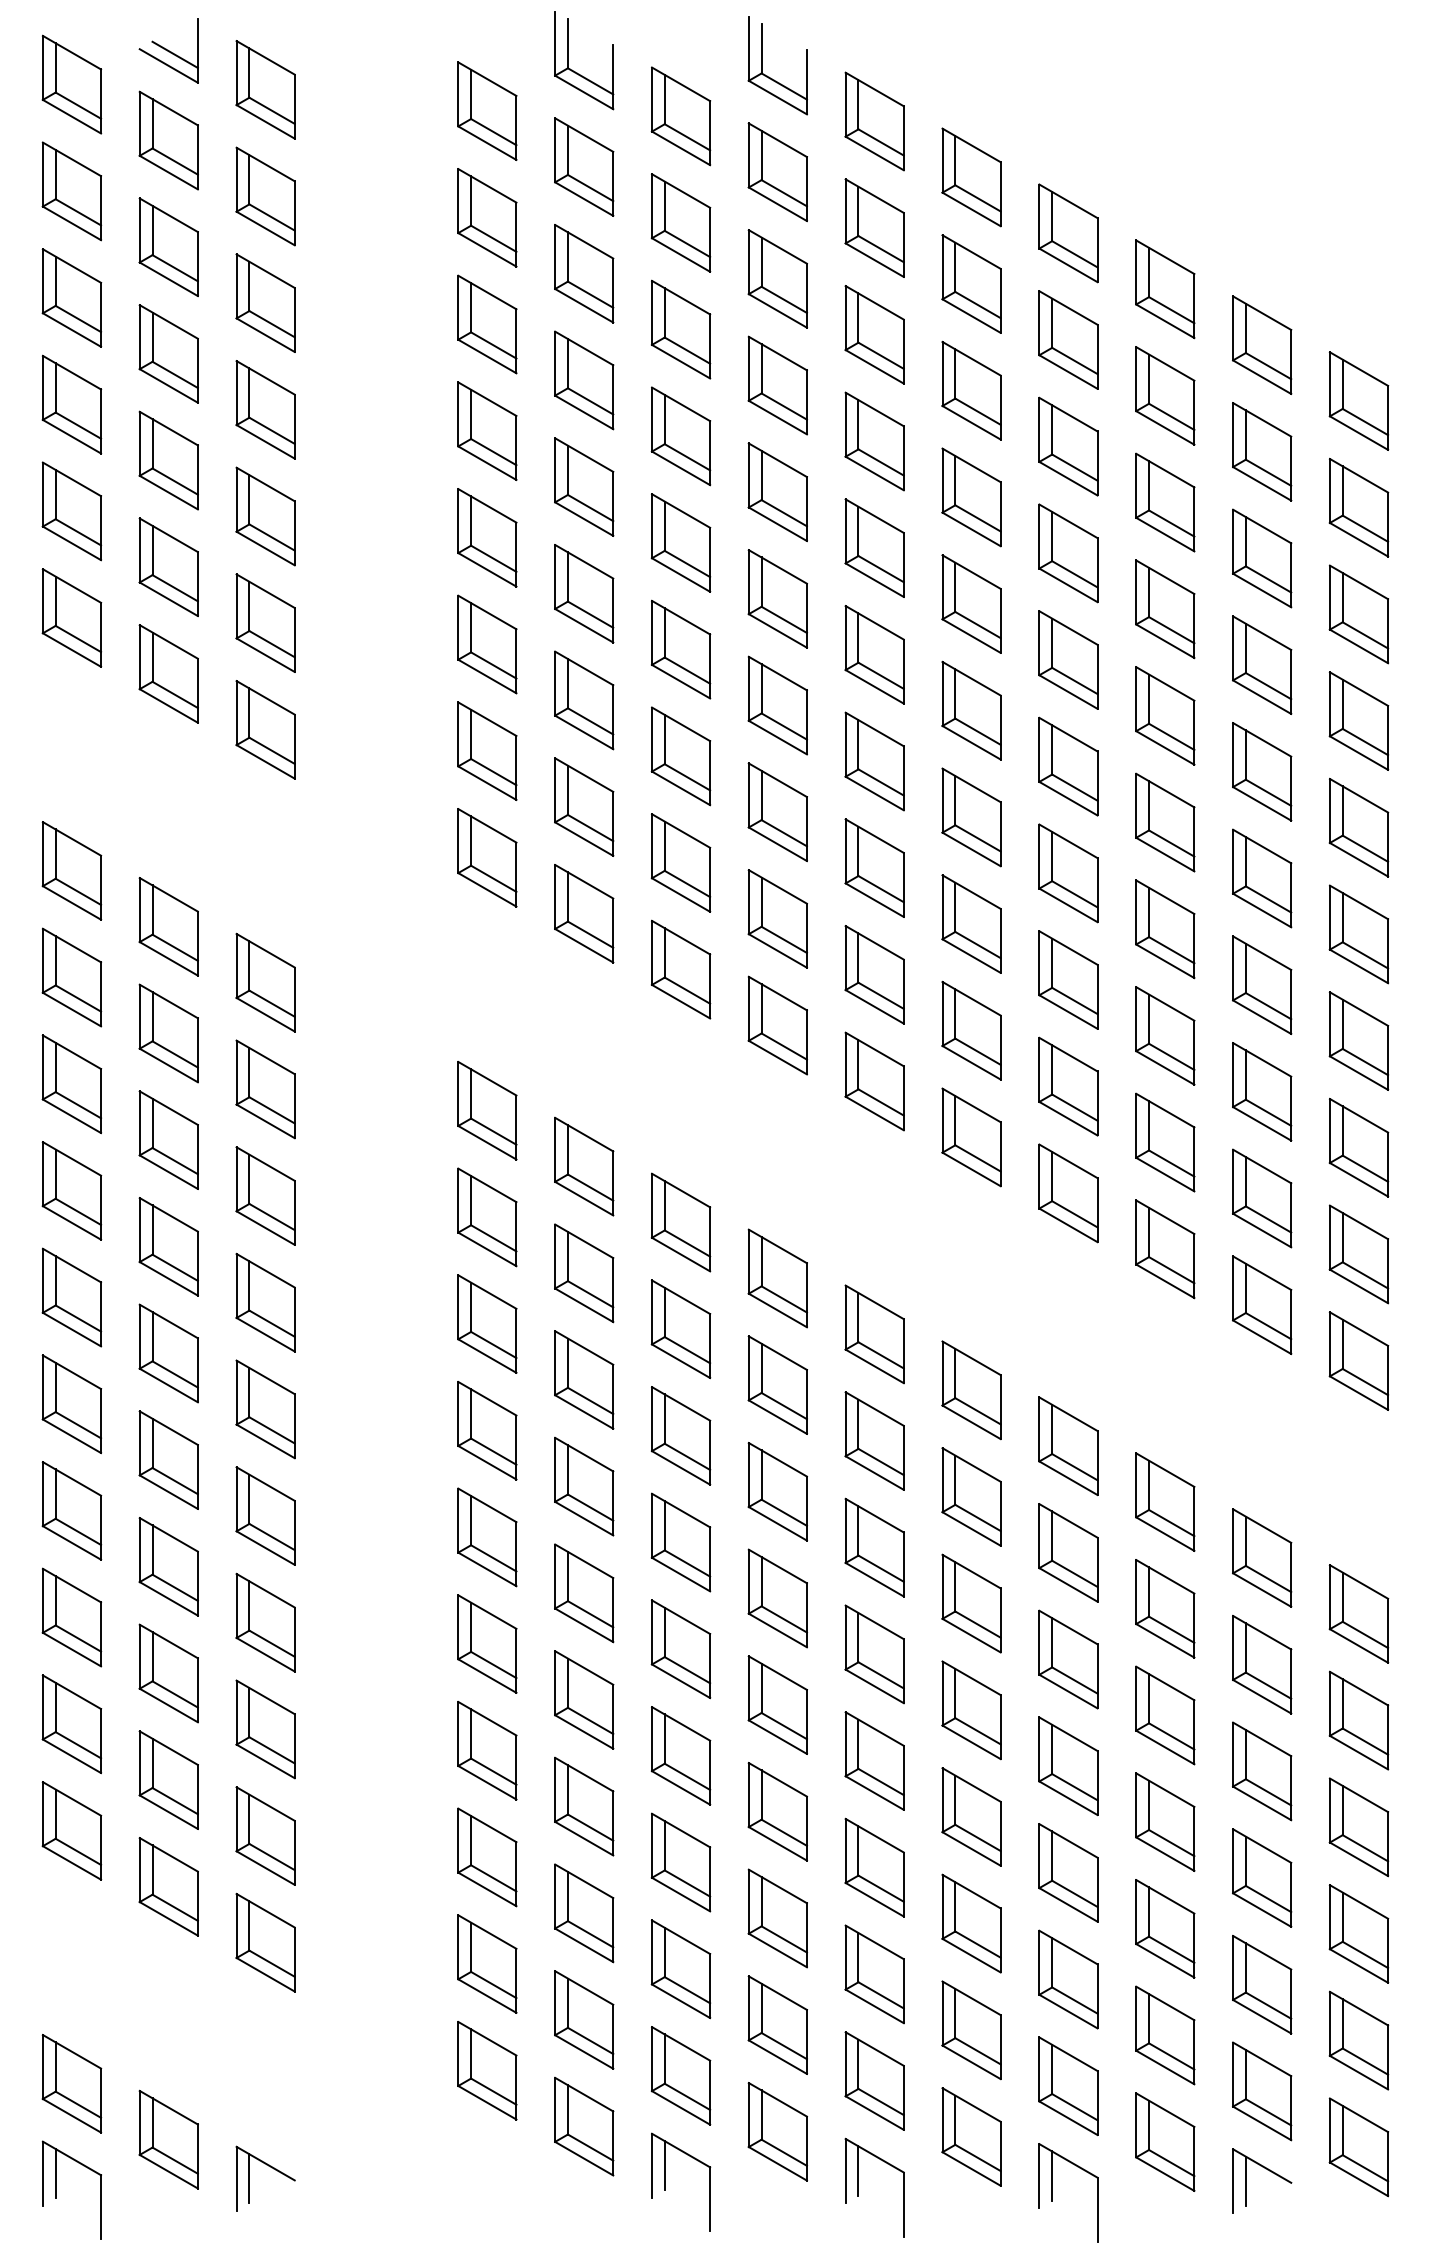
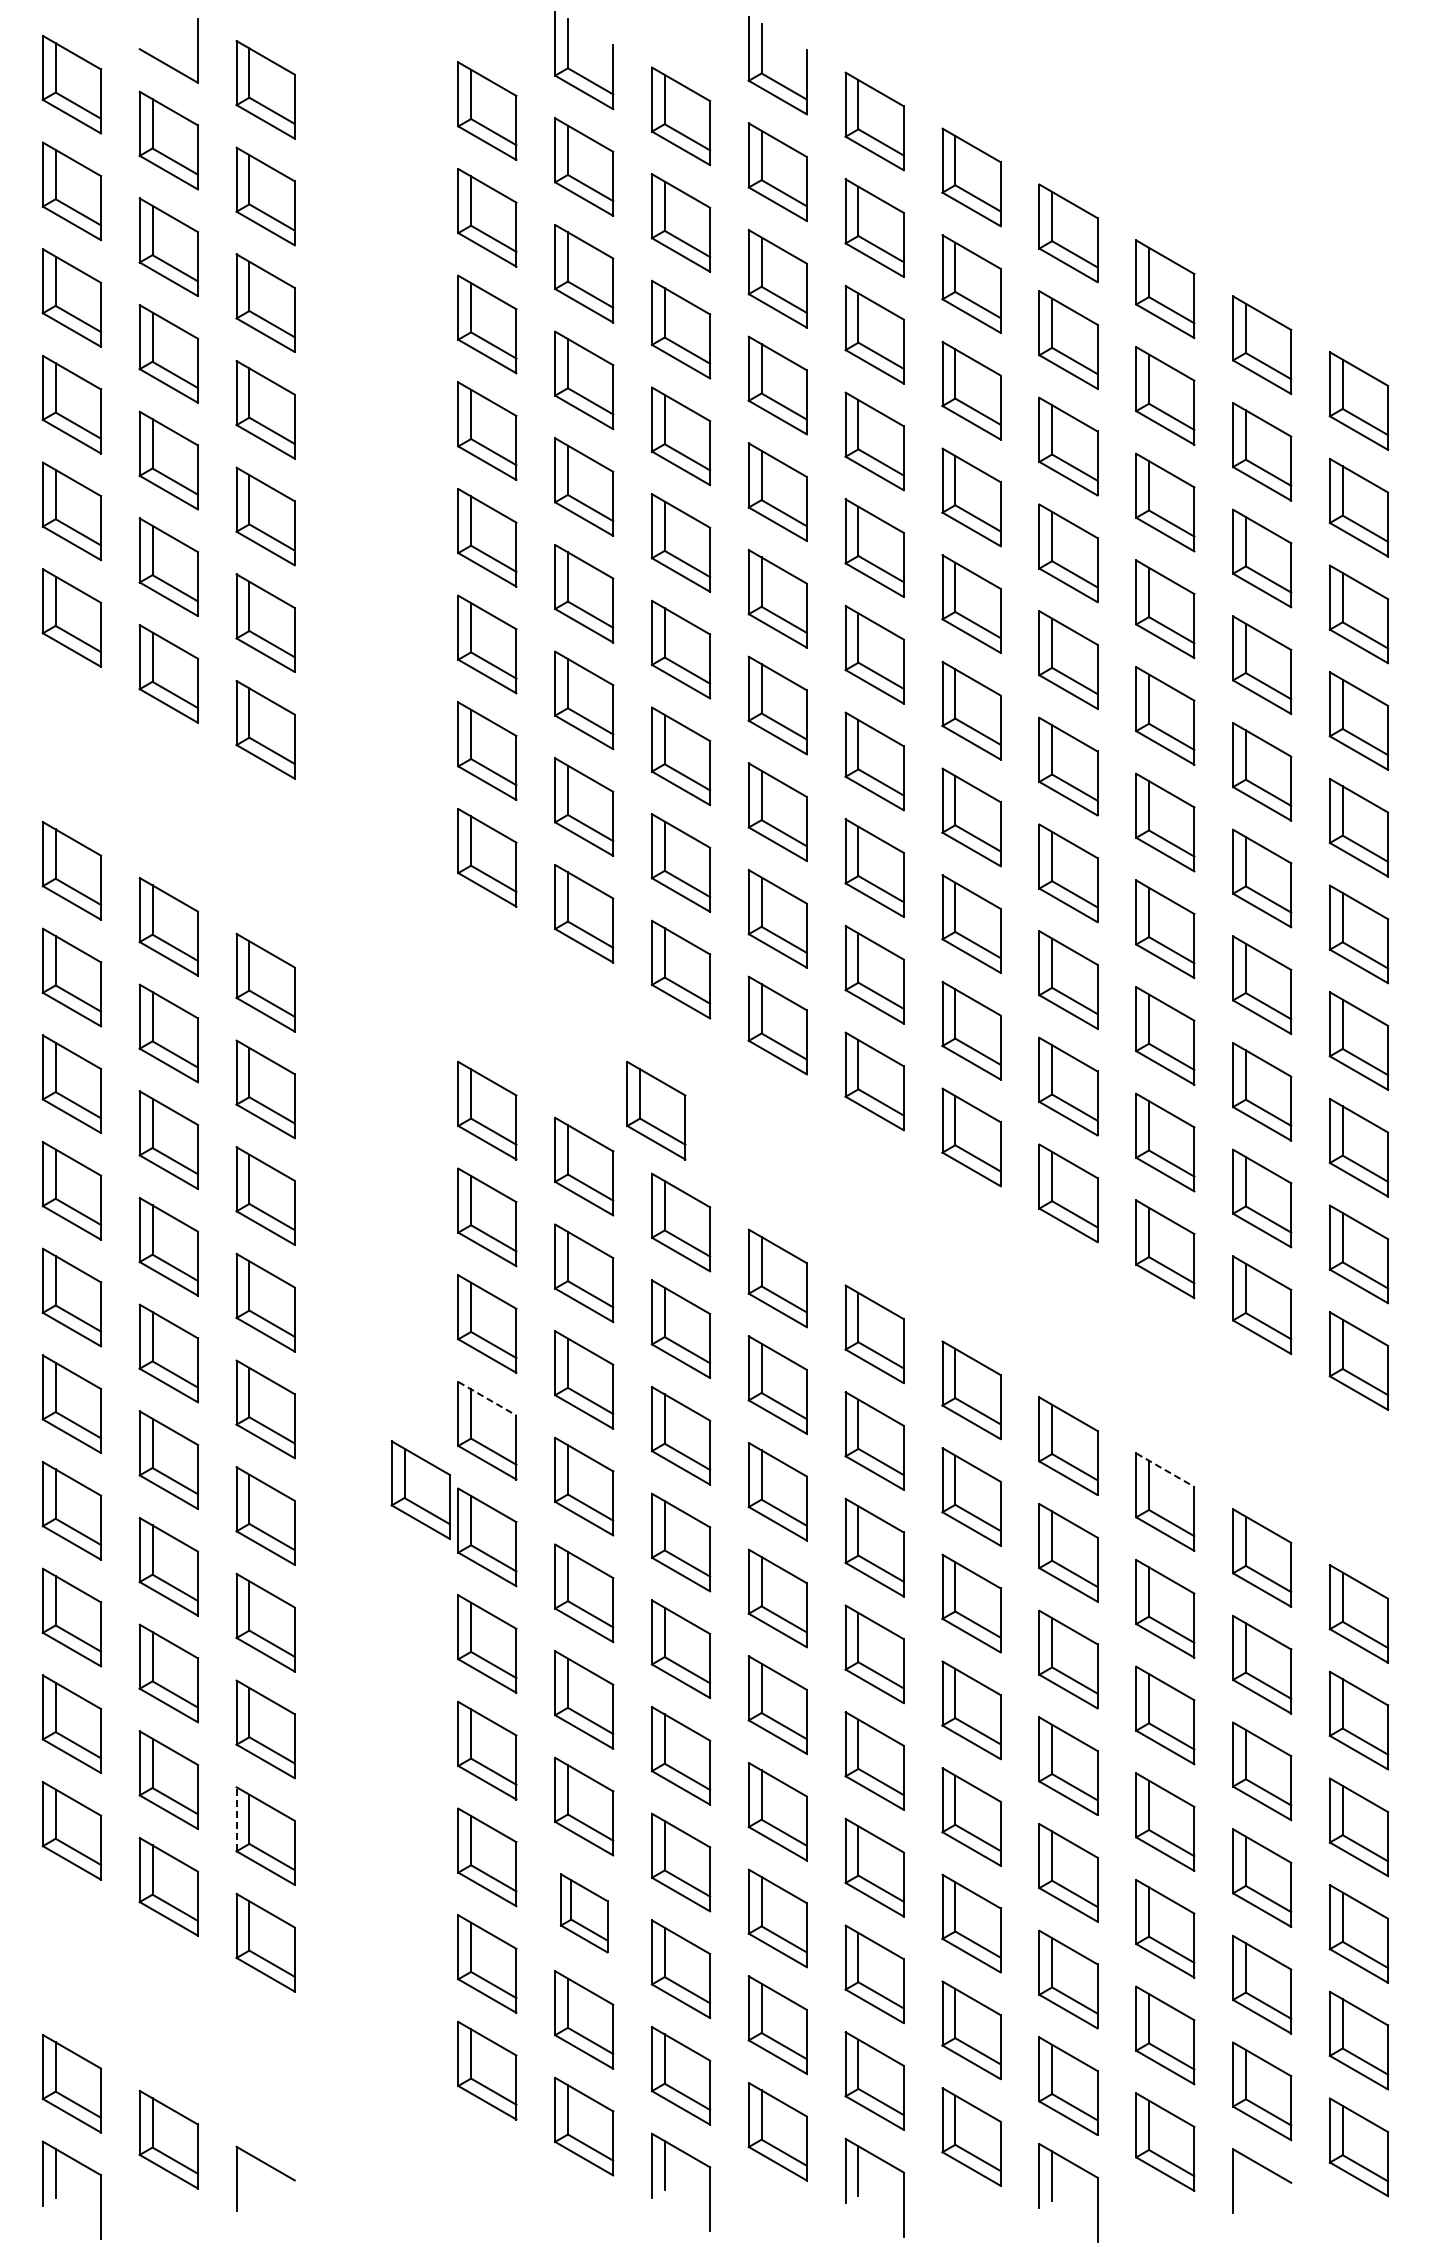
line at (174, 54): present -> none
part at (656, 1110): none -> present
line at (487, 1398): solid -> dashed
line at (1165, 1470): solid -> dashed
part at (420, 1489): none -> present
line at (236, 1818): solid -> dashed
part at (584, 1913) size: 61x101 px -> 50x81 px
line at (249, 2178): present -> none
line at (1245, 2180): present -> none
